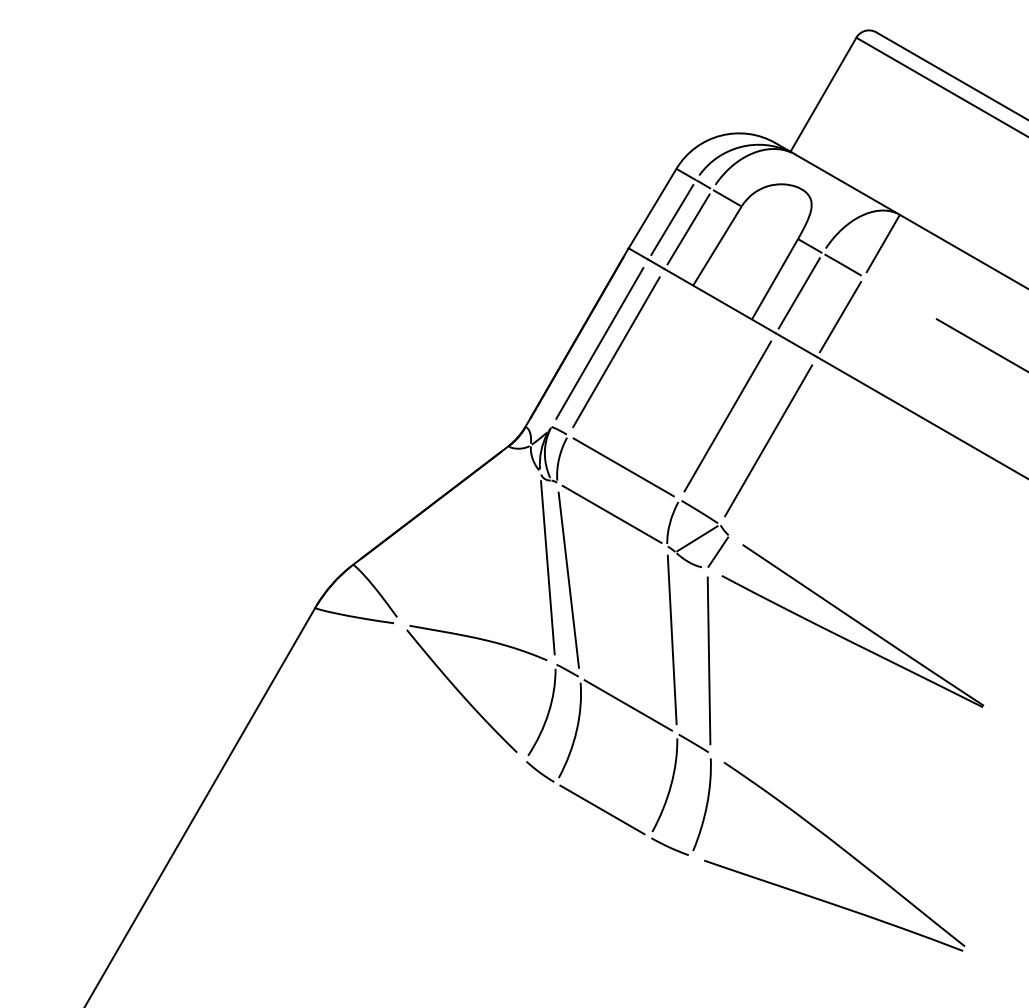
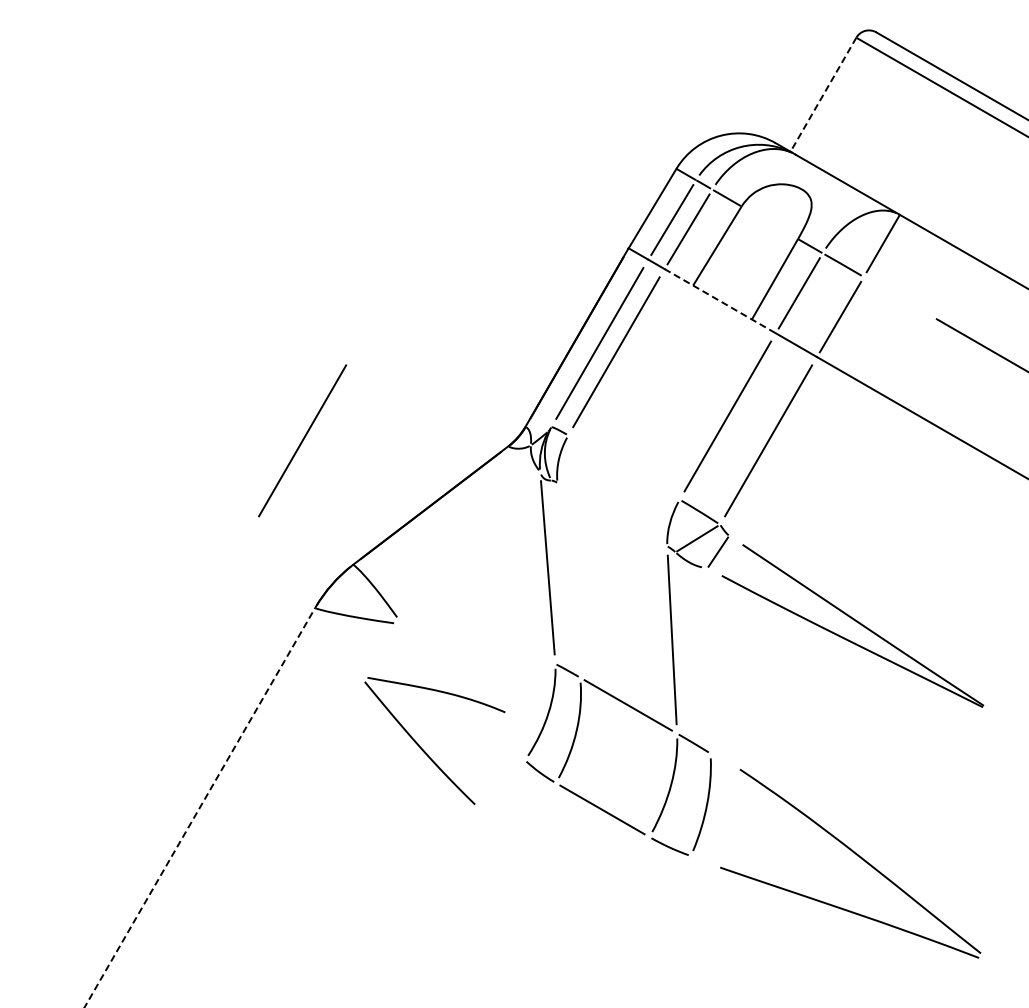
line at (823, 94): solid -> dashed
line at (720, 301): solid -> dashed
line at (302, 440): none -> present
line at (623, 467): present -> none
line at (611, 513): present -> none
line at (568, 579): present -> none
line at (708, 660): present -> none
part at (466, 698) position: (466, 698) -> (424, 750)
line at (199, 807): solid -> dashed
part at (841, 849) position: (841, 849) -> (857, 856)
